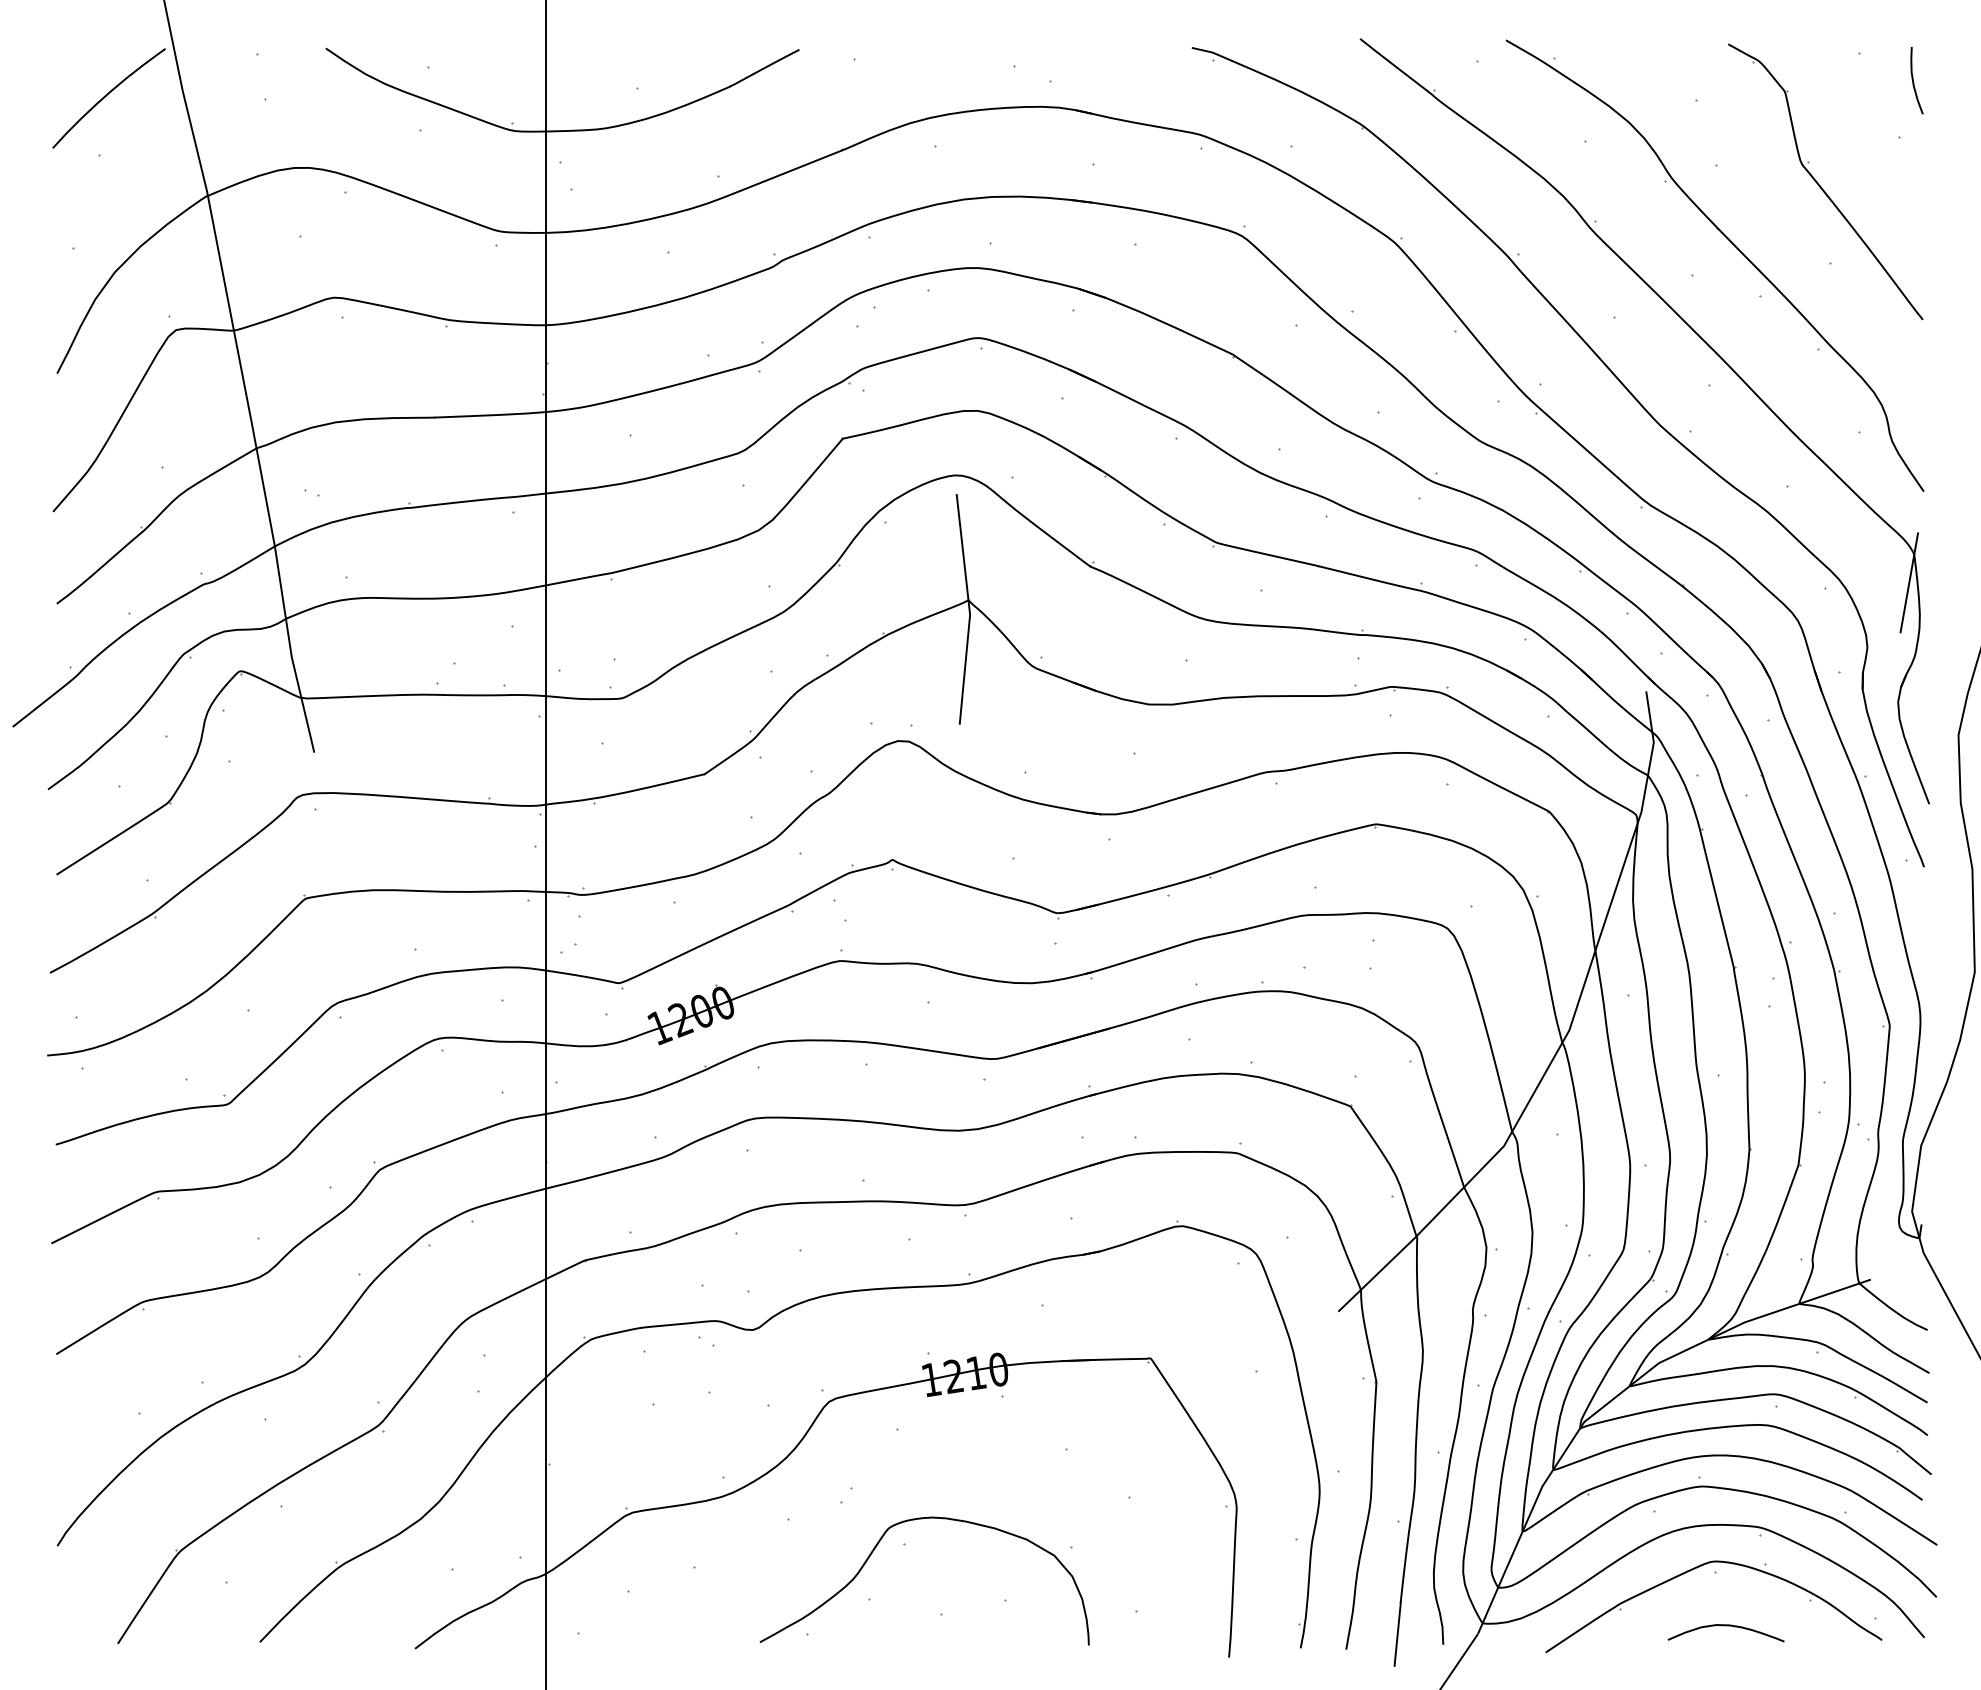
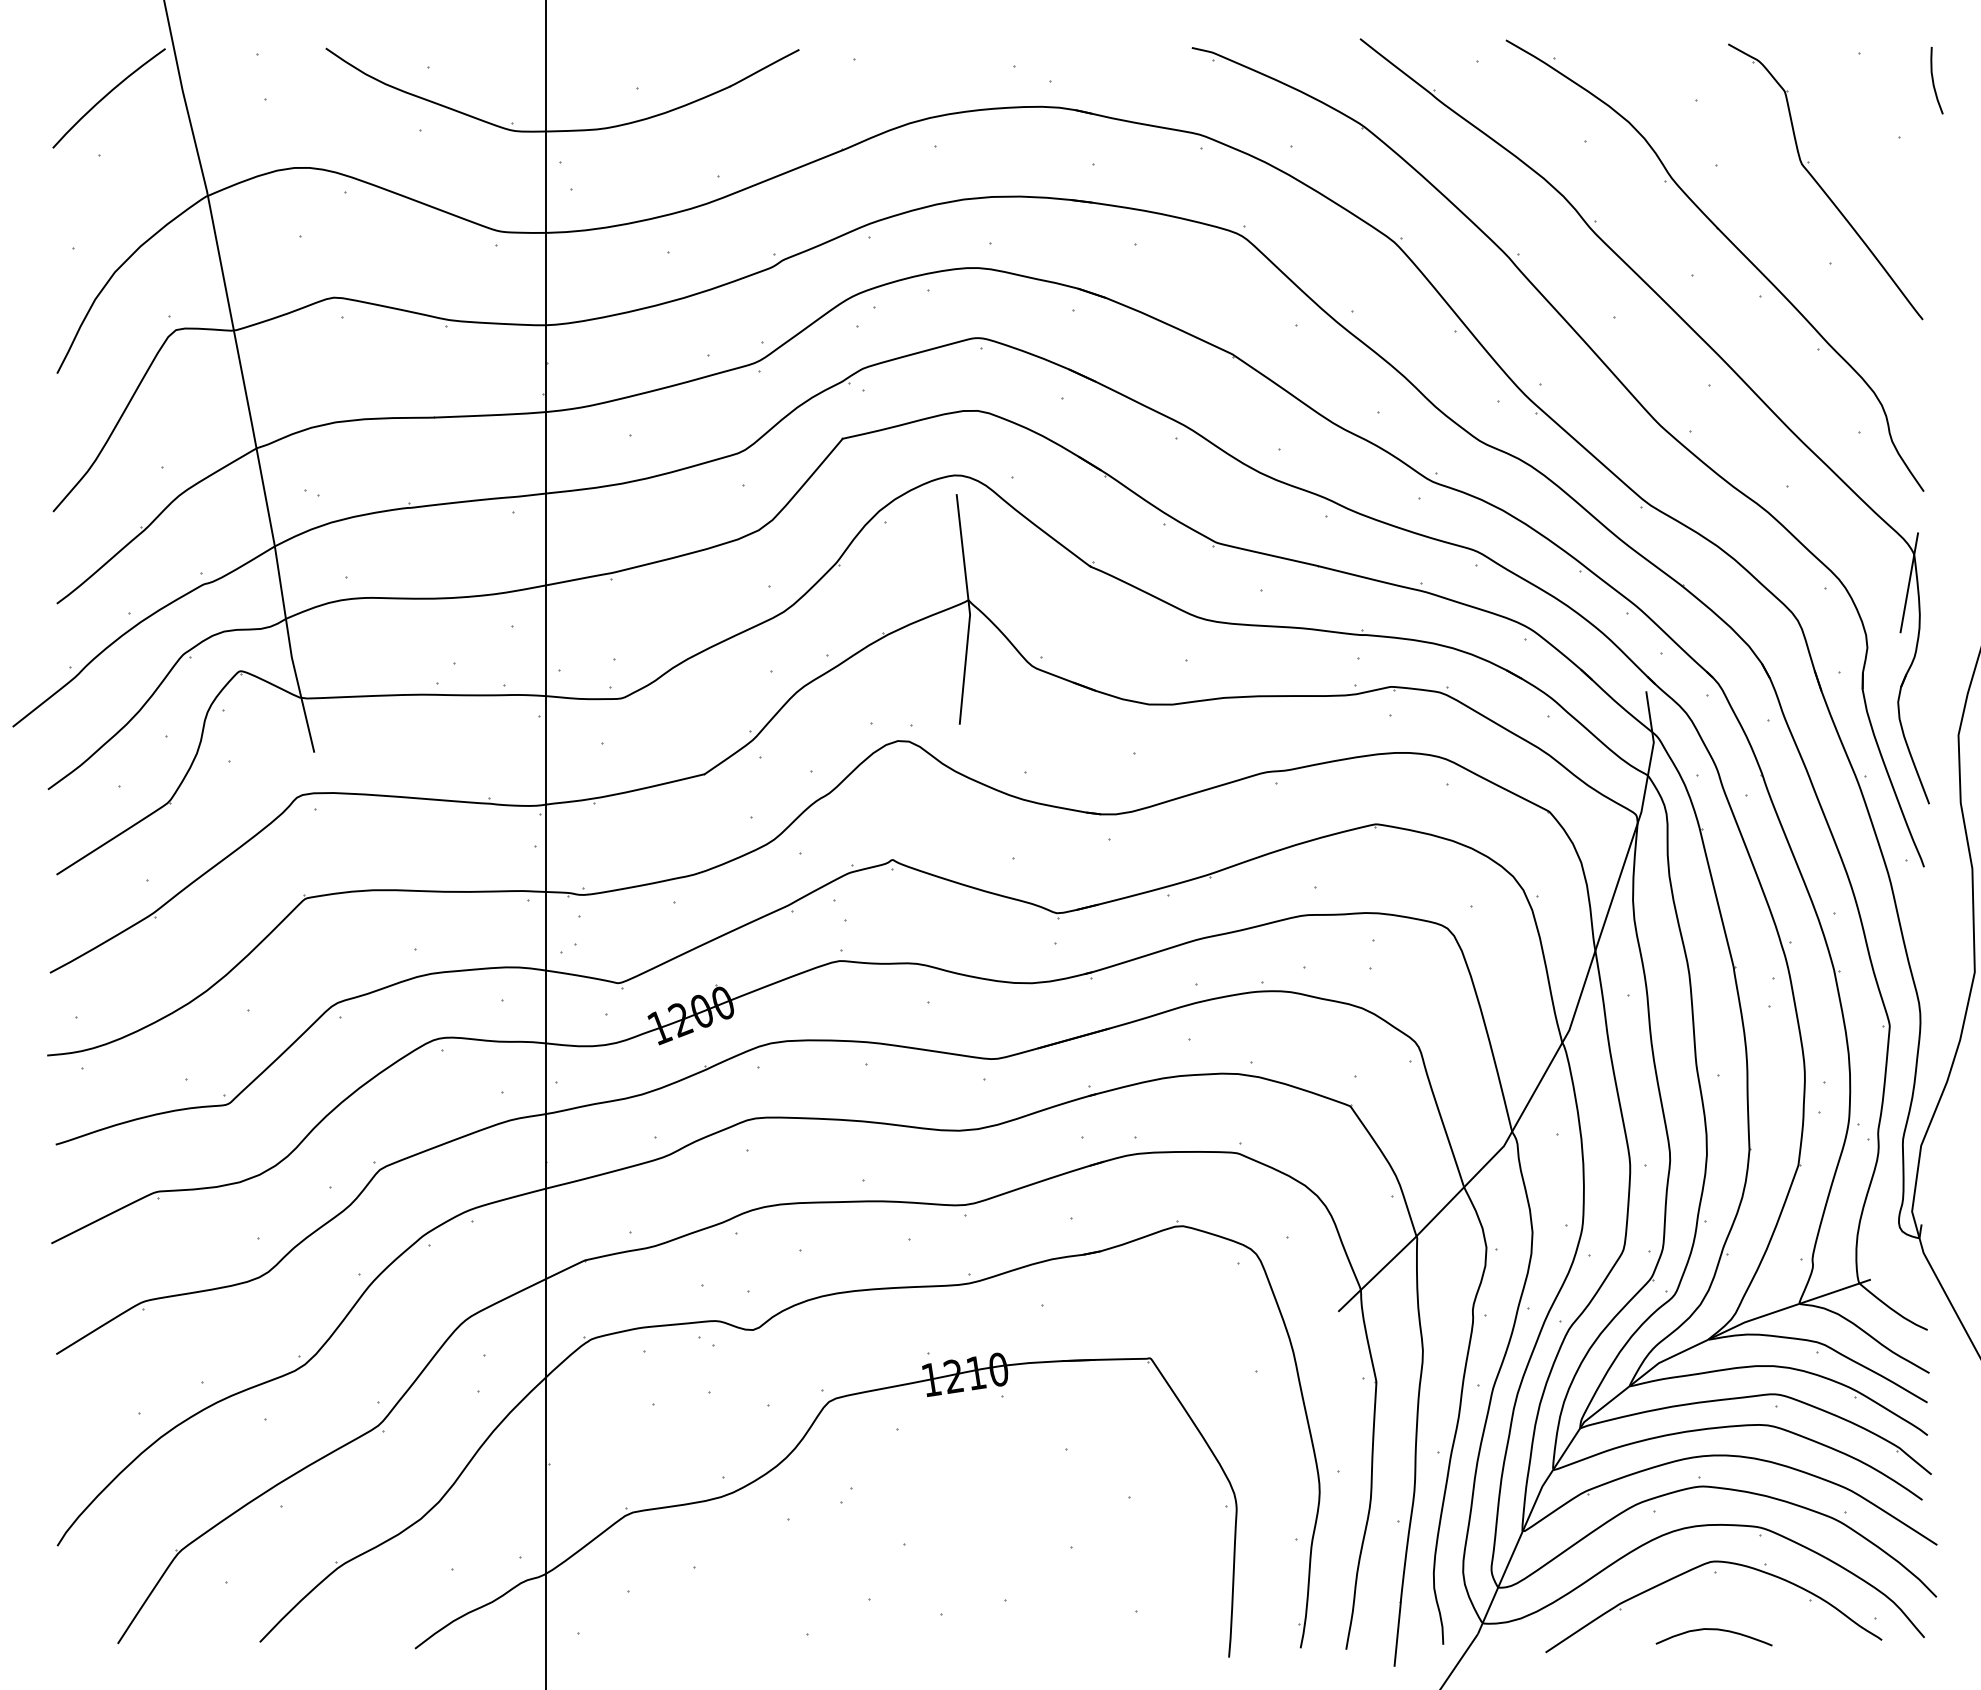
curve at (1914, 82) position: (1914, 82) -> (1934, 82)
curve at (876, 1547): present -> none
curve at (1725, 1626) position: (1725, 1626) -> (1713, 1630)
